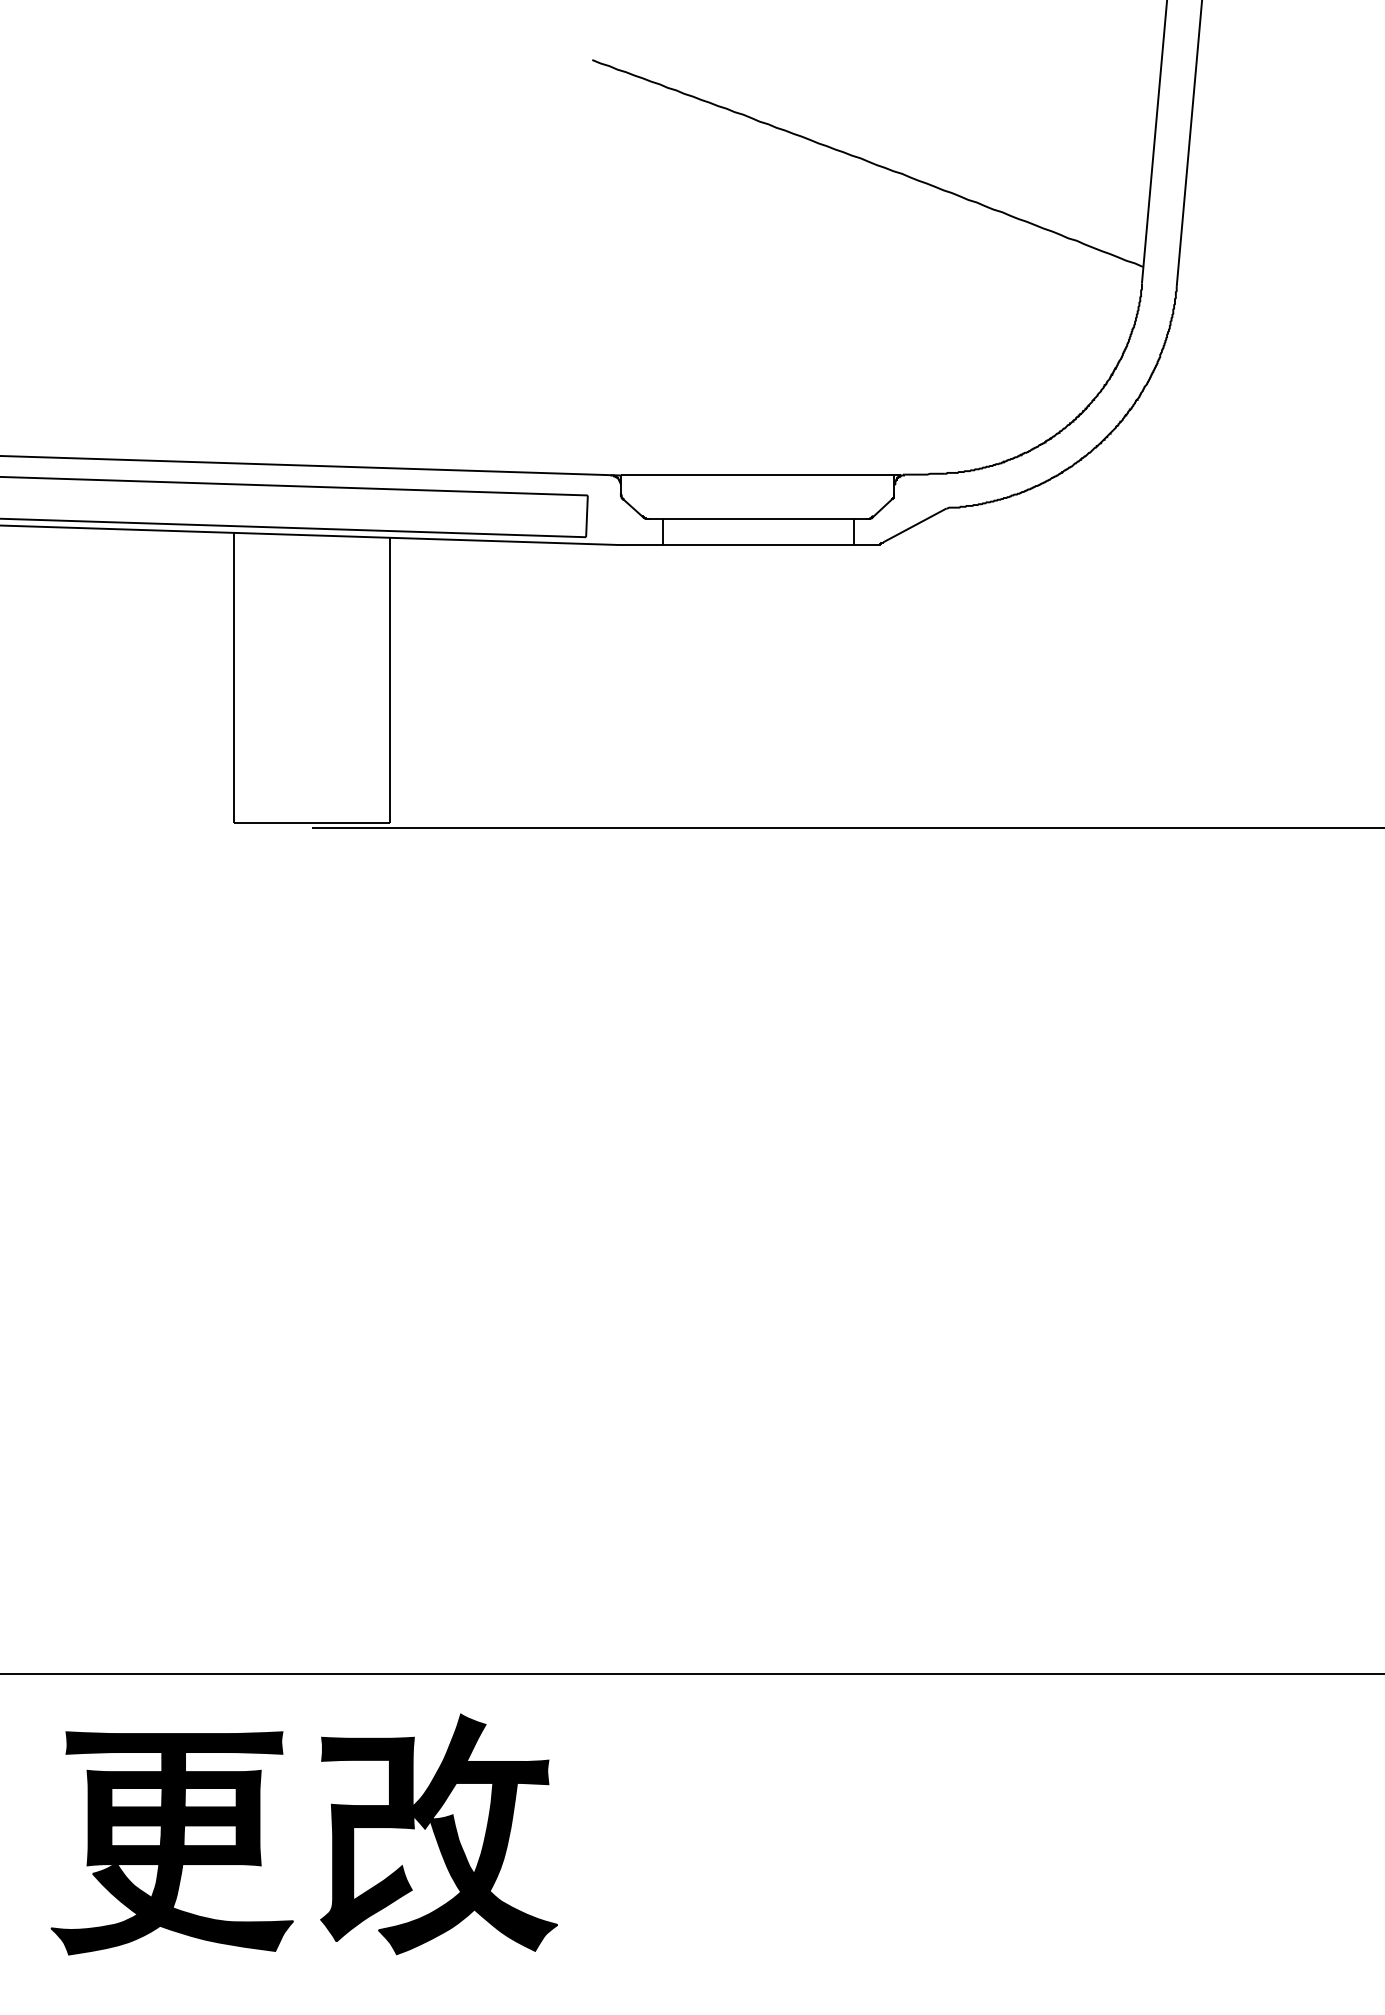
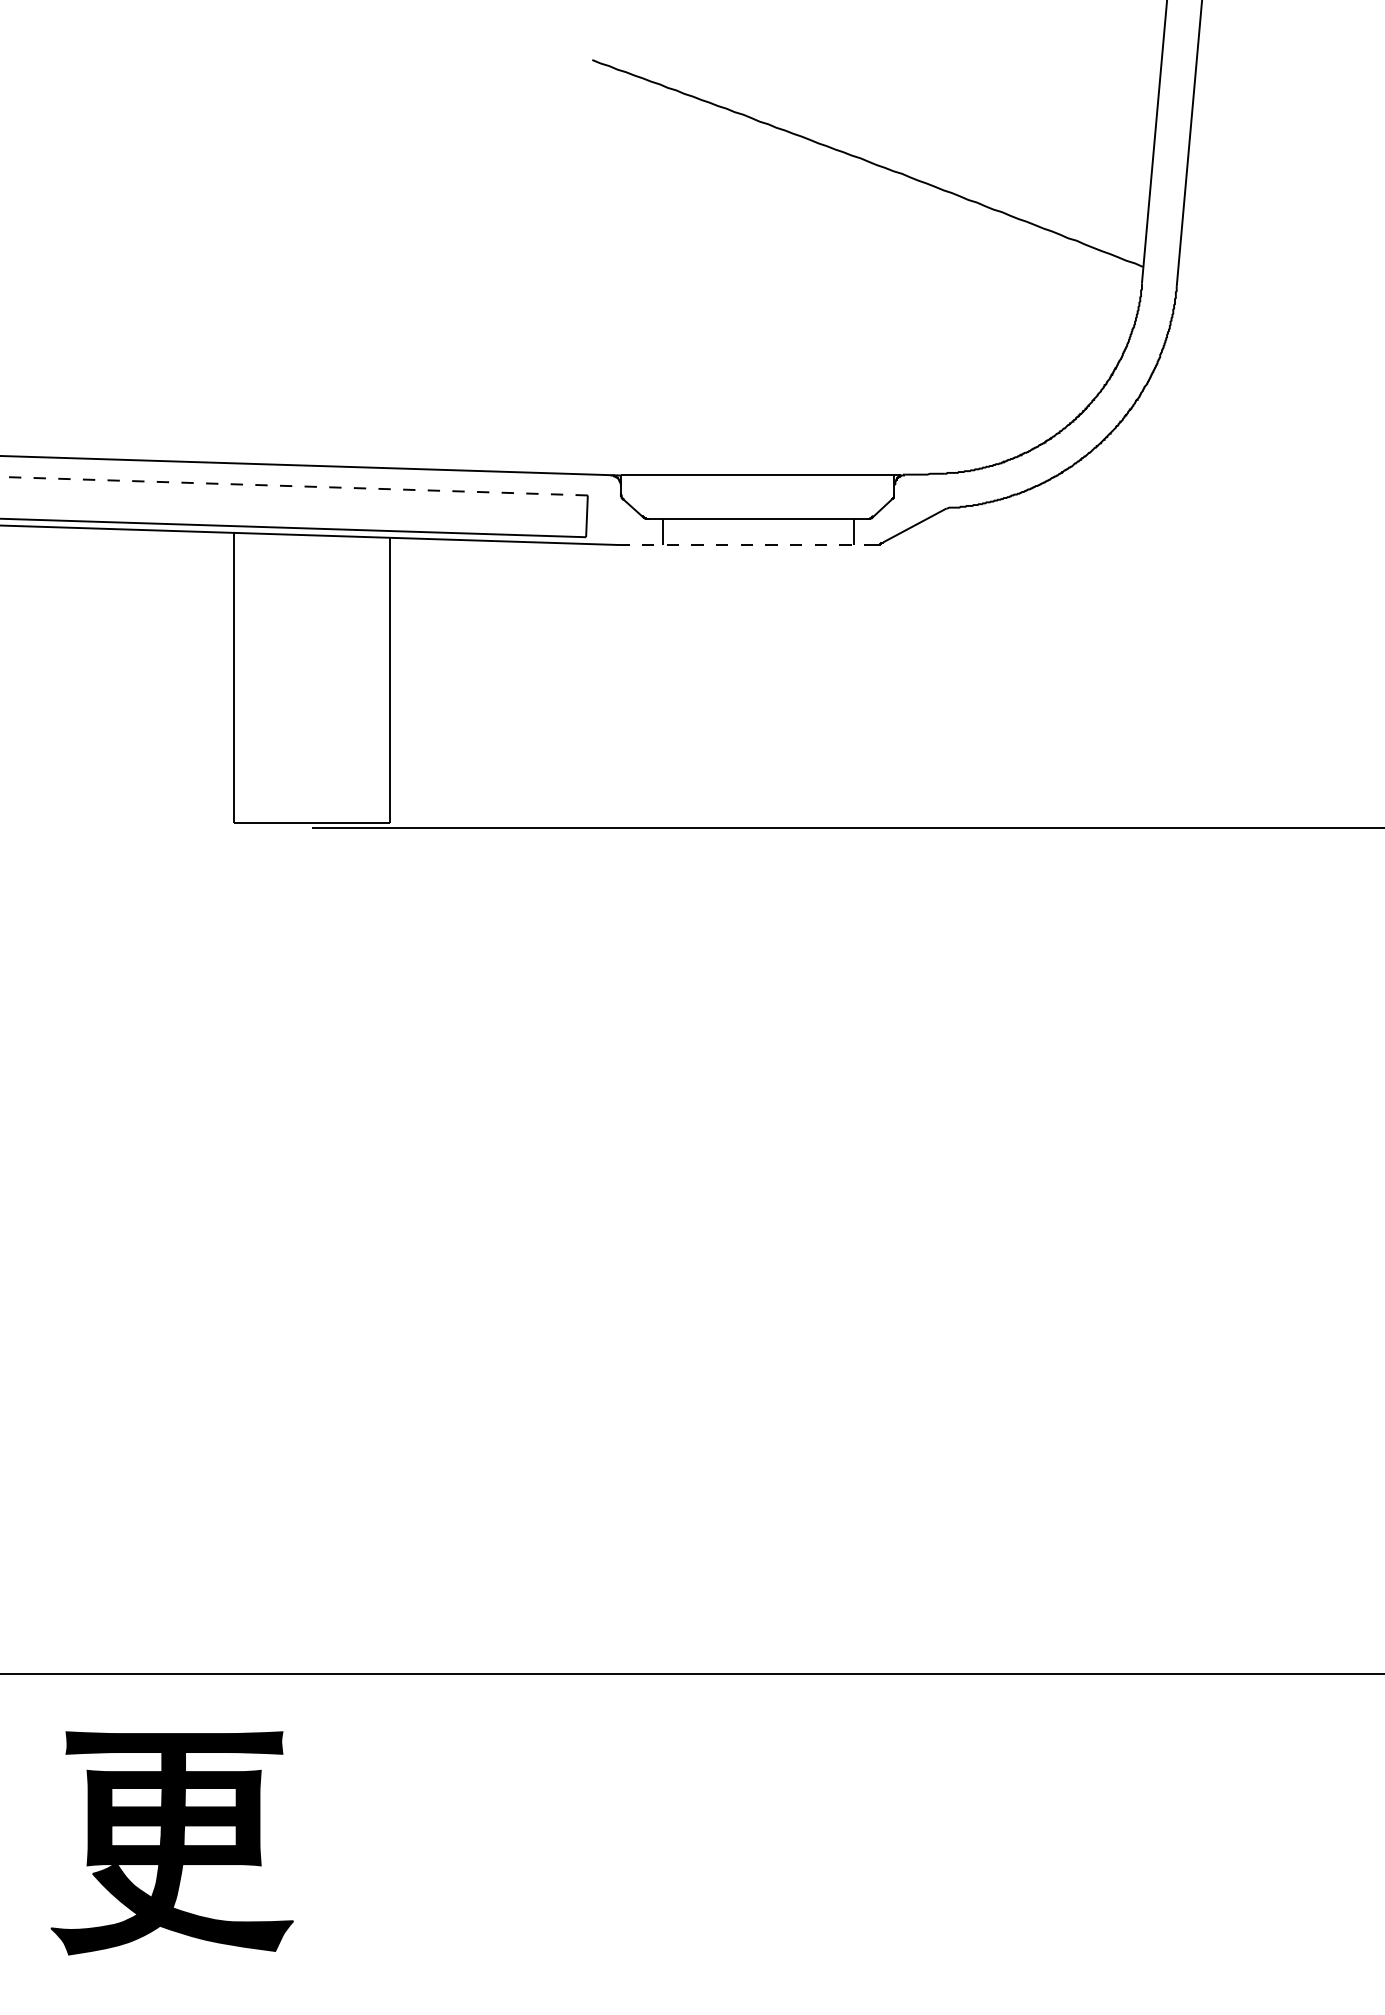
line at (294, 486): solid -> dashed
line at (747, 544): solid -> dashed
part at (438, 1834): present -> none
